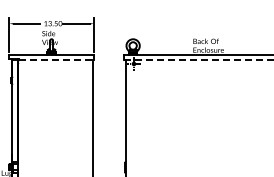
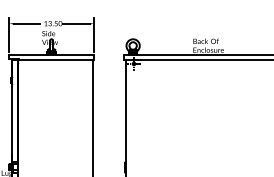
line at (57, 60): dashed -> solid
line at (199, 60): dashed -> solid
